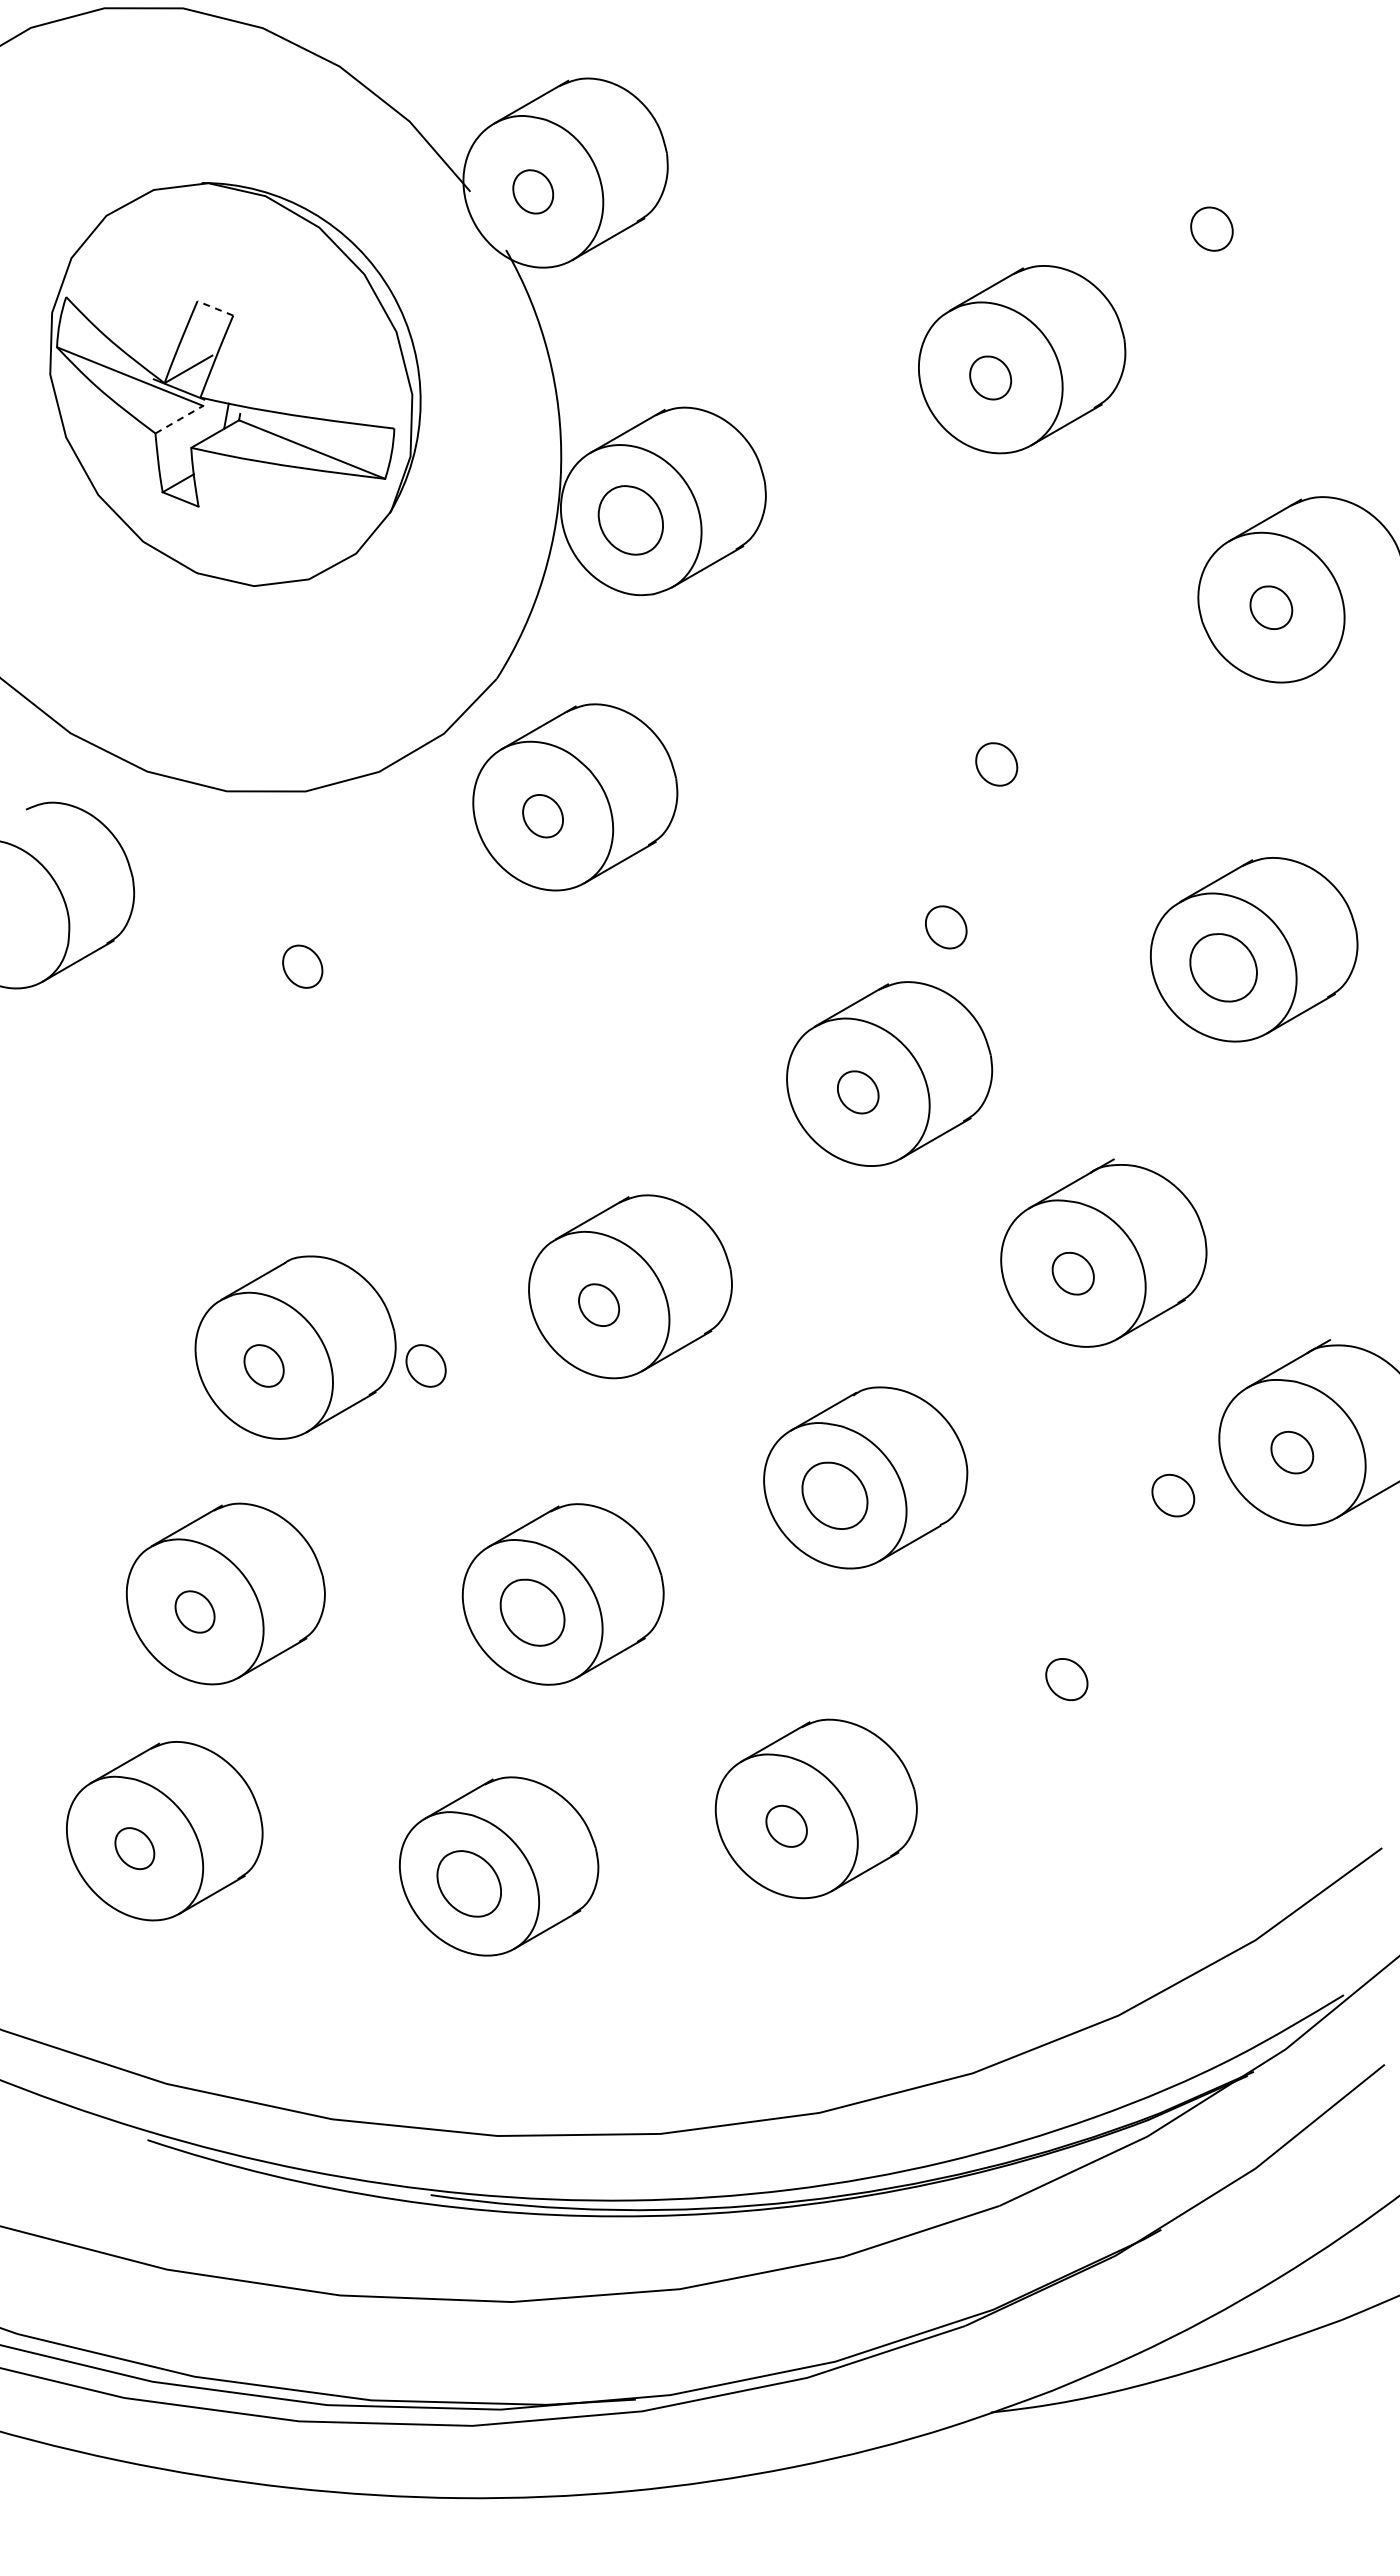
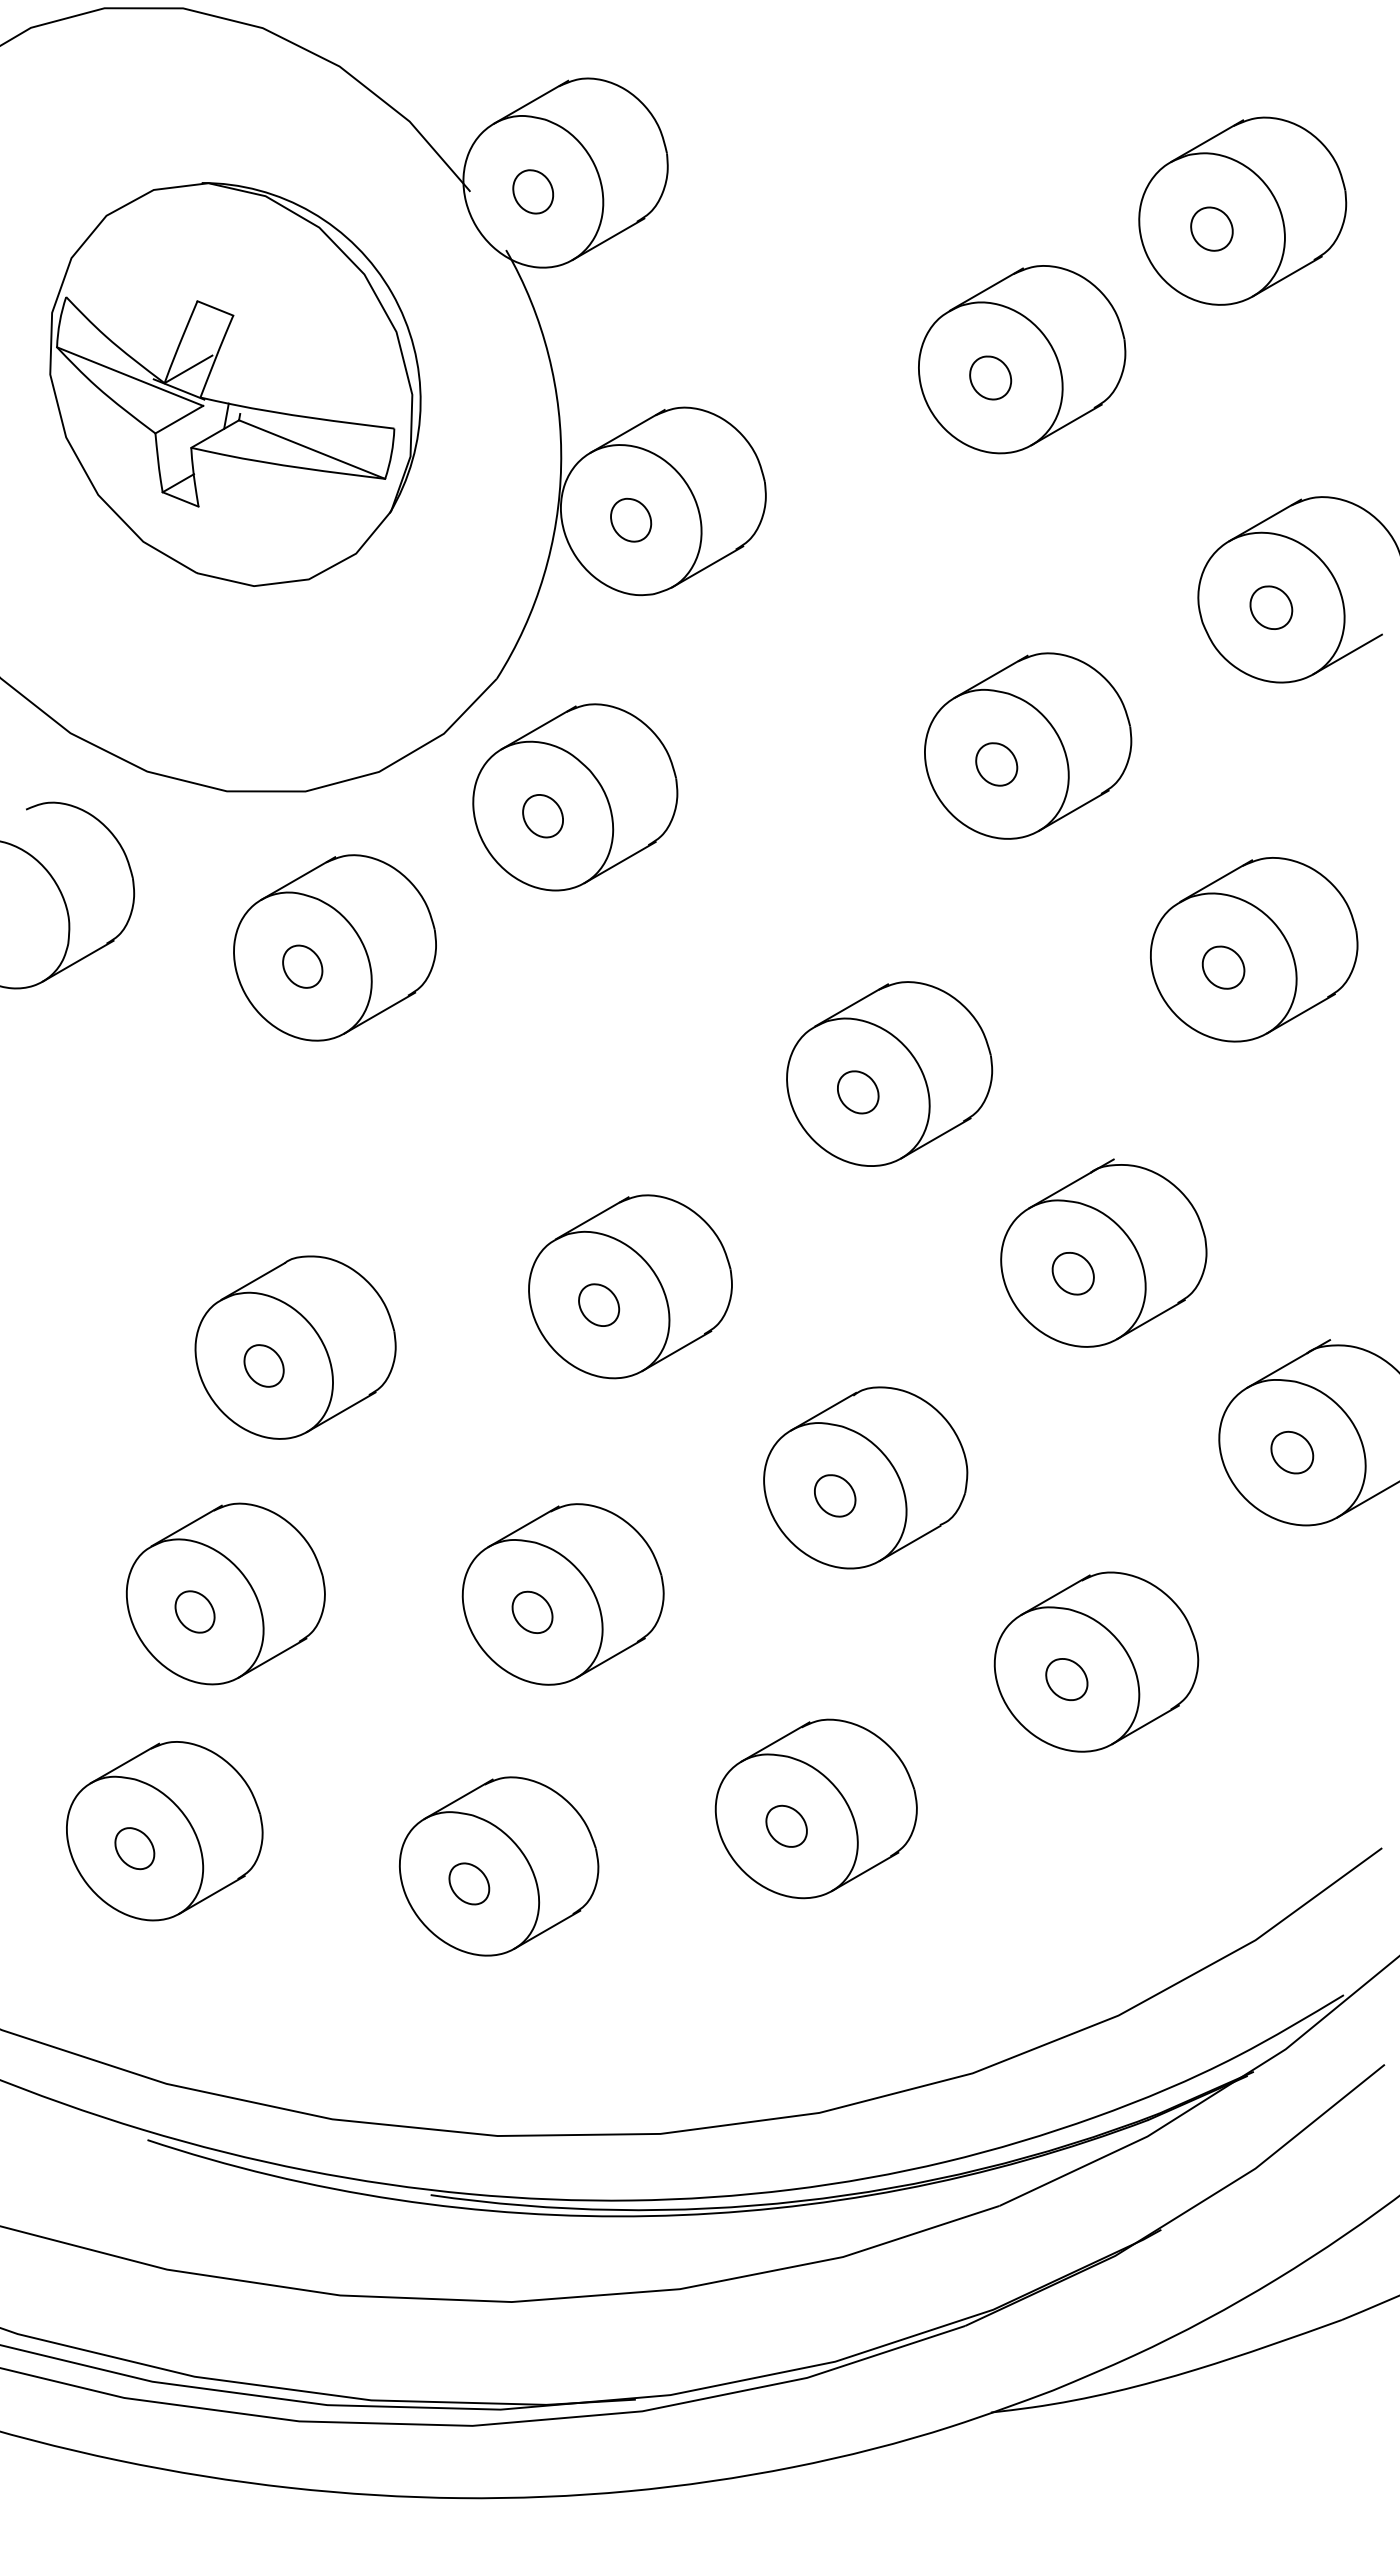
part at (1242, 210): none -> present
line at (214, 308): dashed -> solid
line at (179, 419): dashed -> solid
part at (630, 520) size: 67x71 px -> 43x46 px
line at (1347, 654): none -> present
part at (1028, 745): none -> present
part at (946, 927): present -> none
part at (334, 947): none -> present
part at (1223, 967) size: 69x70 px -> 45x45 px
part at (425, 1365): present -> none
part at (834, 1495) size: 68x69 px -> 43x44 px
part at (1173, 1495): present -> none
part at (532, 1612) size: 67x69 px -> 43x44 px
part at (1096, 1661): none -> present
part at (468, 1883) size: 66x68 px -> 43x44 px
